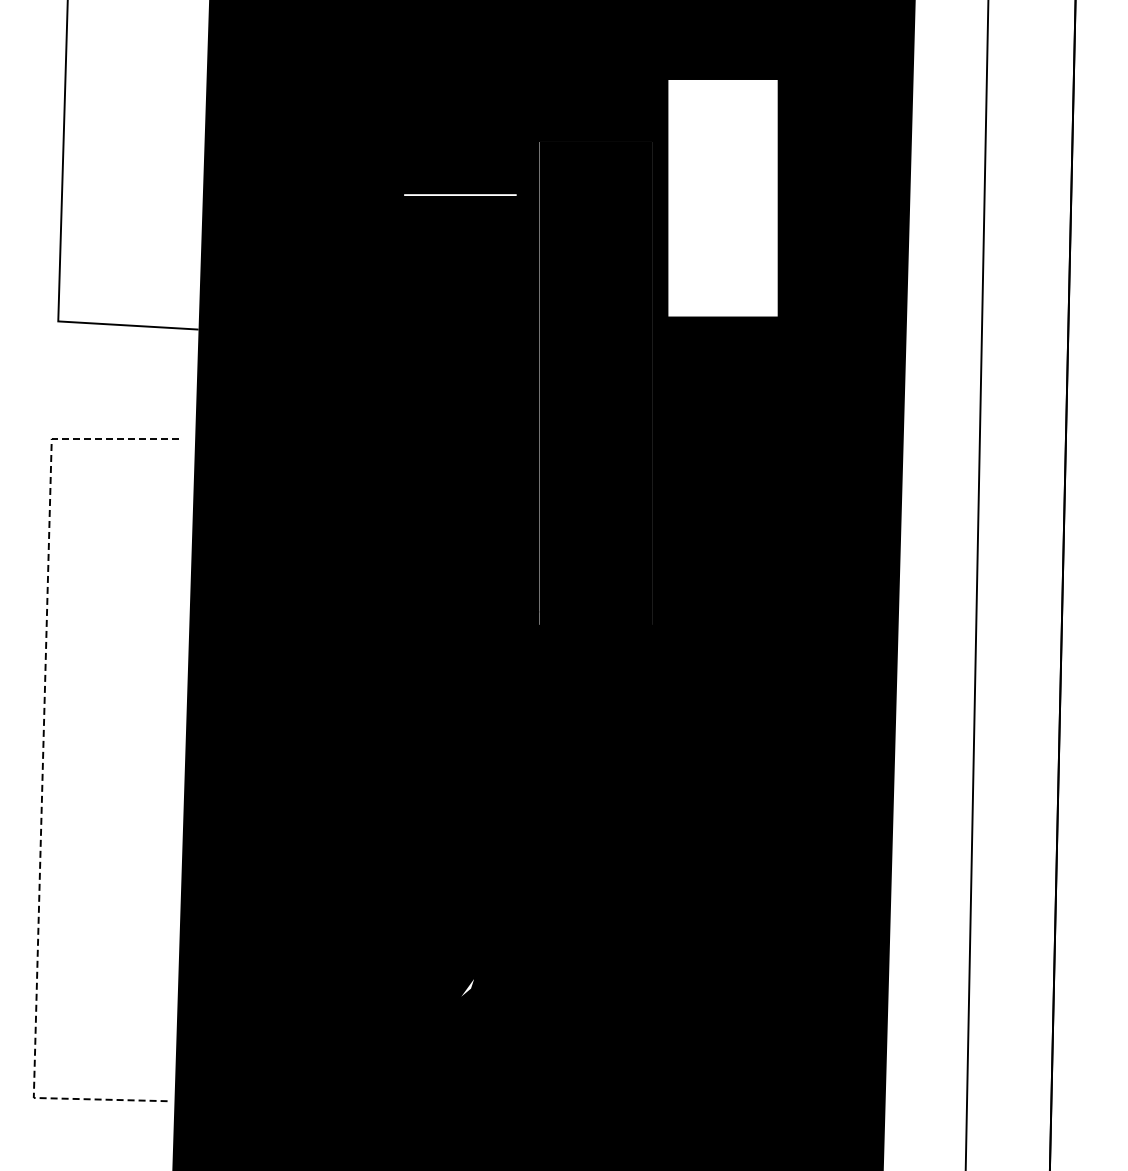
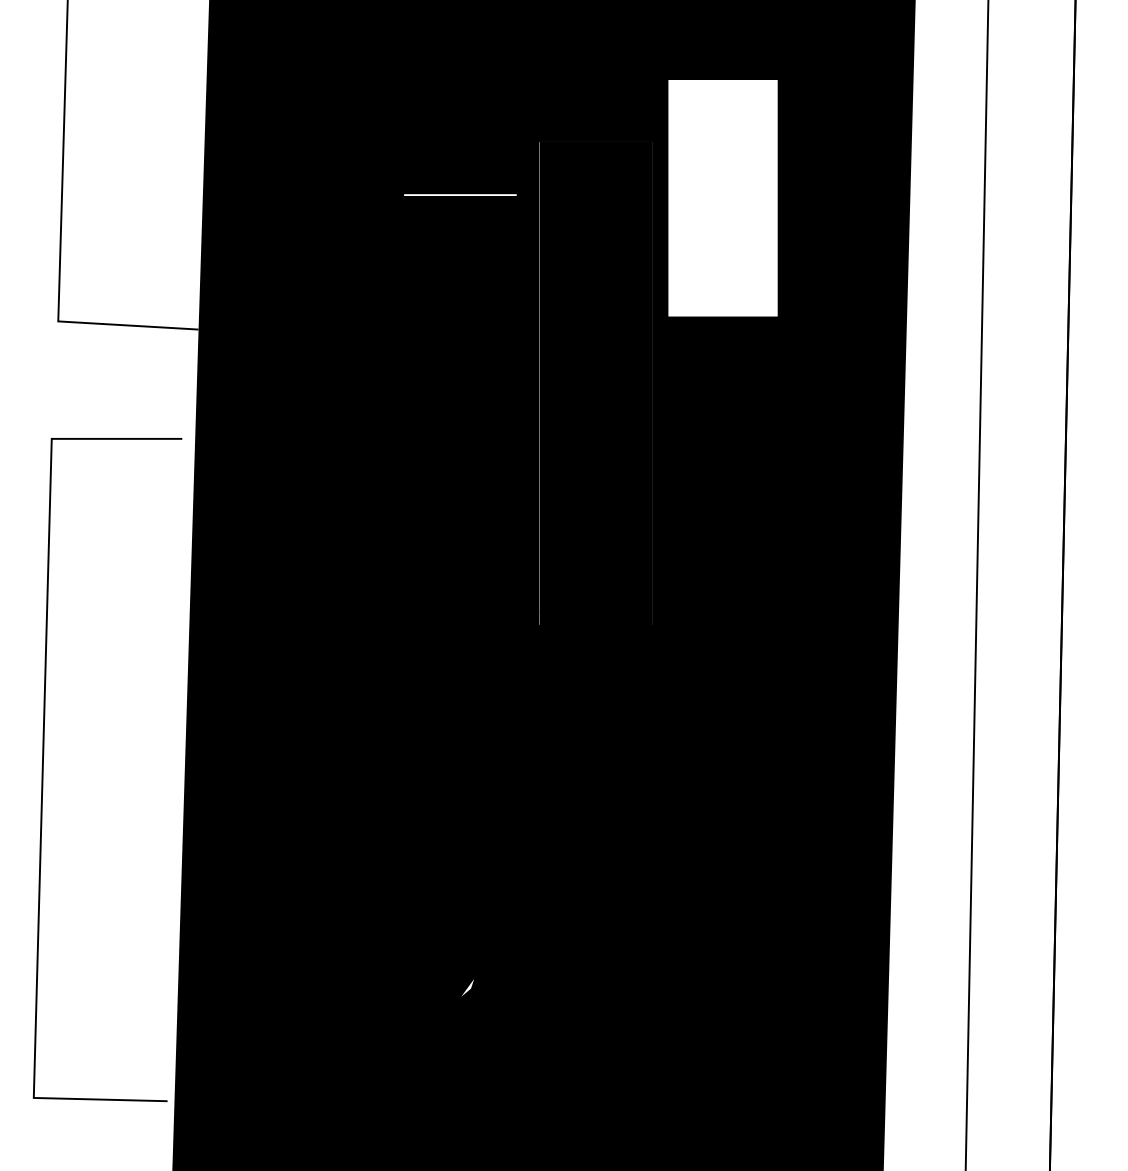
line at (42, 769): dashed -> solid
